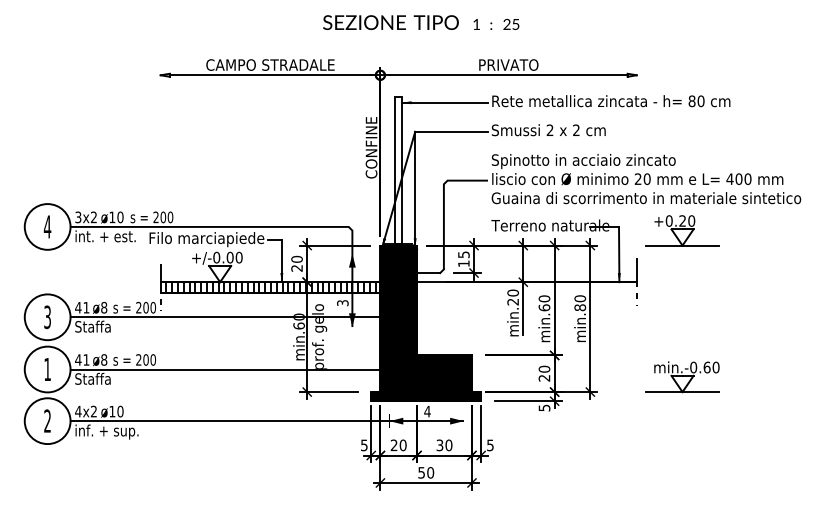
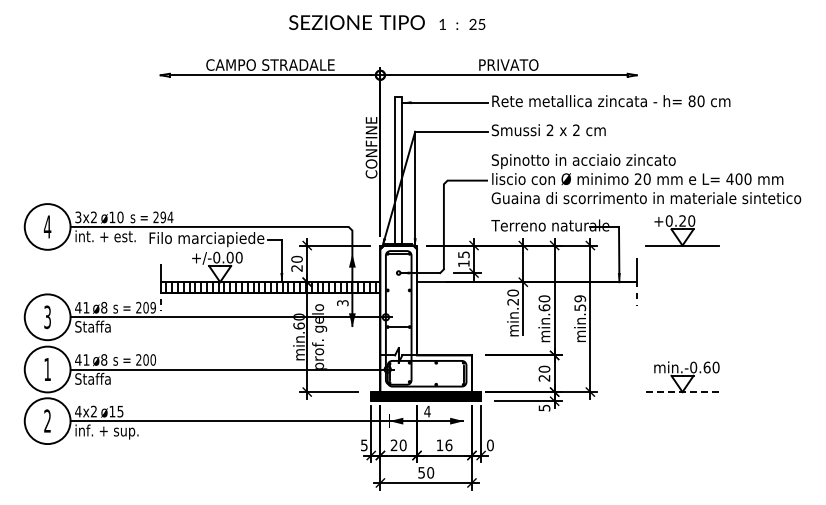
text at (421, 22) position: (421, 22) -> (387, 22)
text at (166, 217): 200 -> 294
text at (580, 303): min.80 -> min.59
text at (152, 307): 200 -> 209
fill at (425, 318): present -> none
line at (682, 392): solid -> dashed
text at (120, 411): ø10 -> ø15
text at (444, 445): 30 -> 16
text at (490, 445): 5 -> 0
